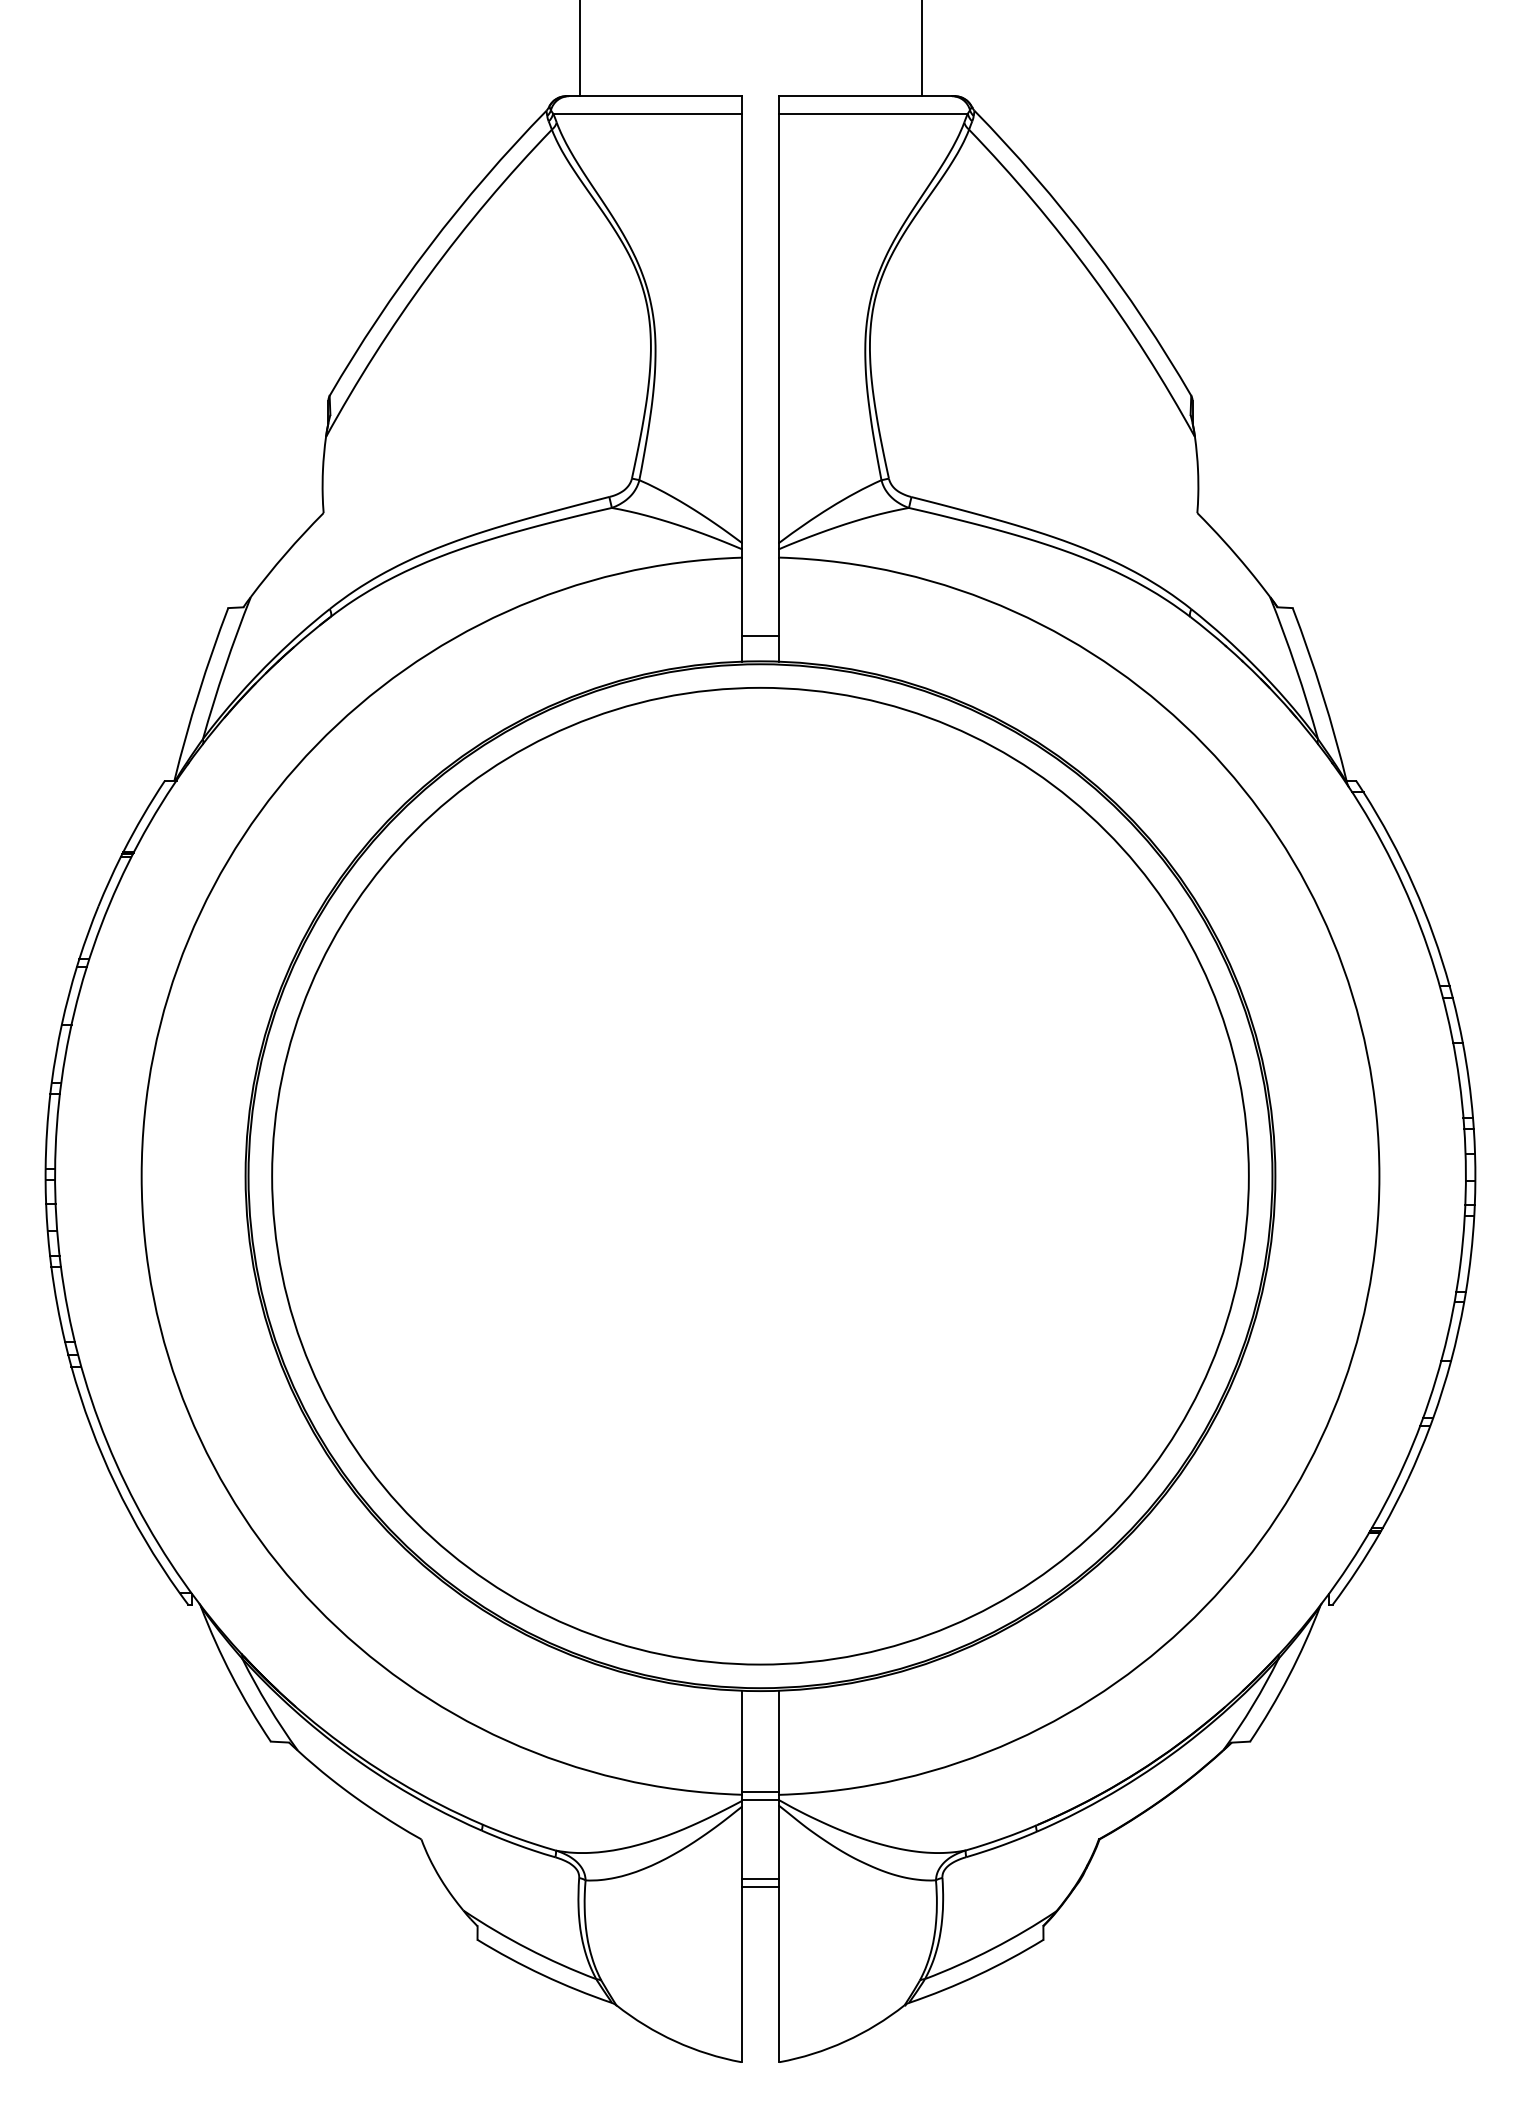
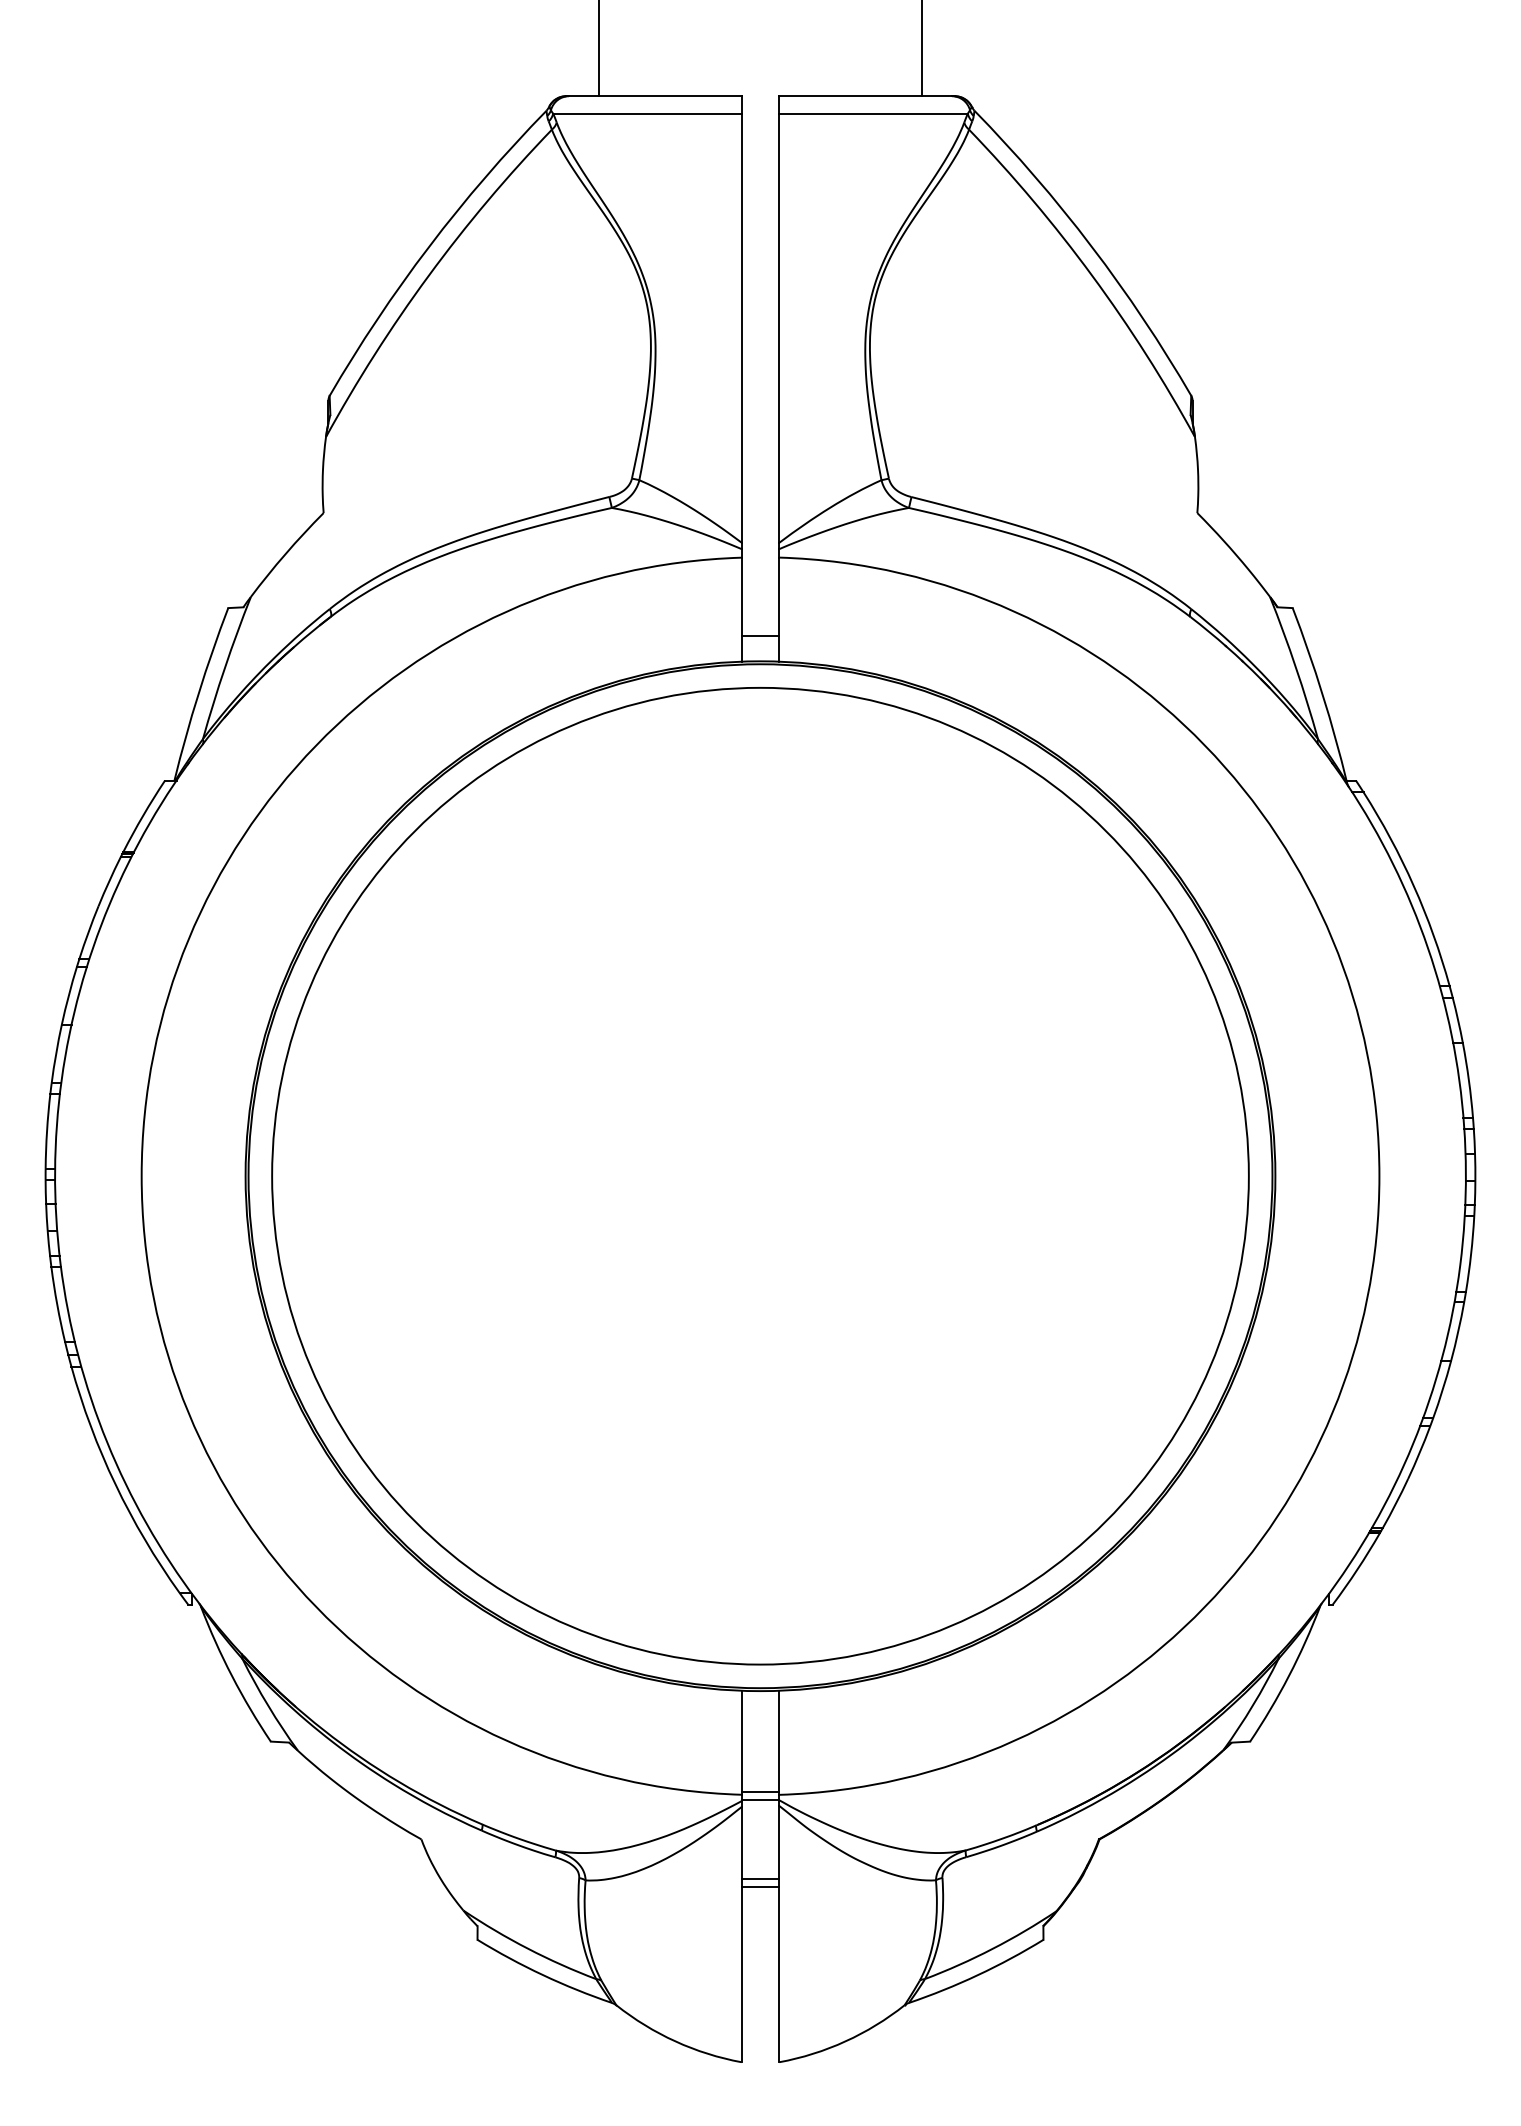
line at (580, 49) position: (580, 49) -> (599, 49)
